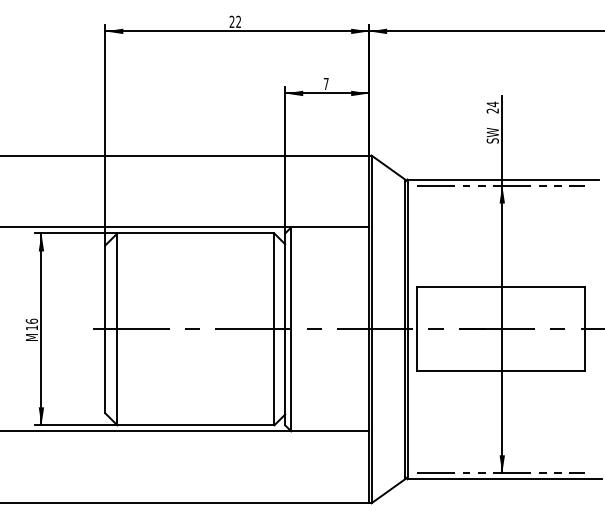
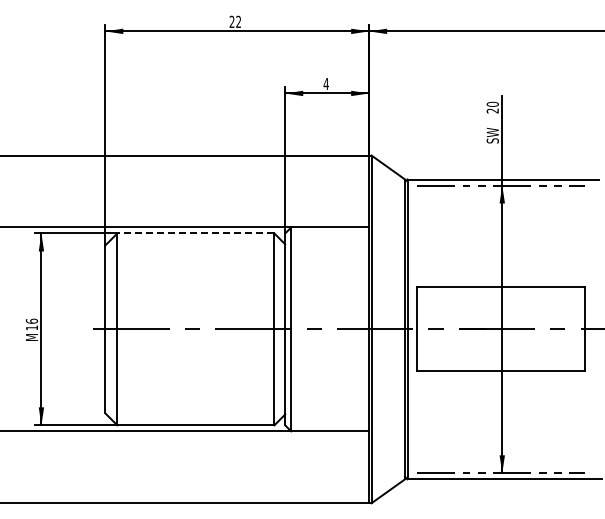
text at (325, 83): 7 -> 4
text at (492, 104): 24 -> 20
line at (195, 233): solid -> dashed
